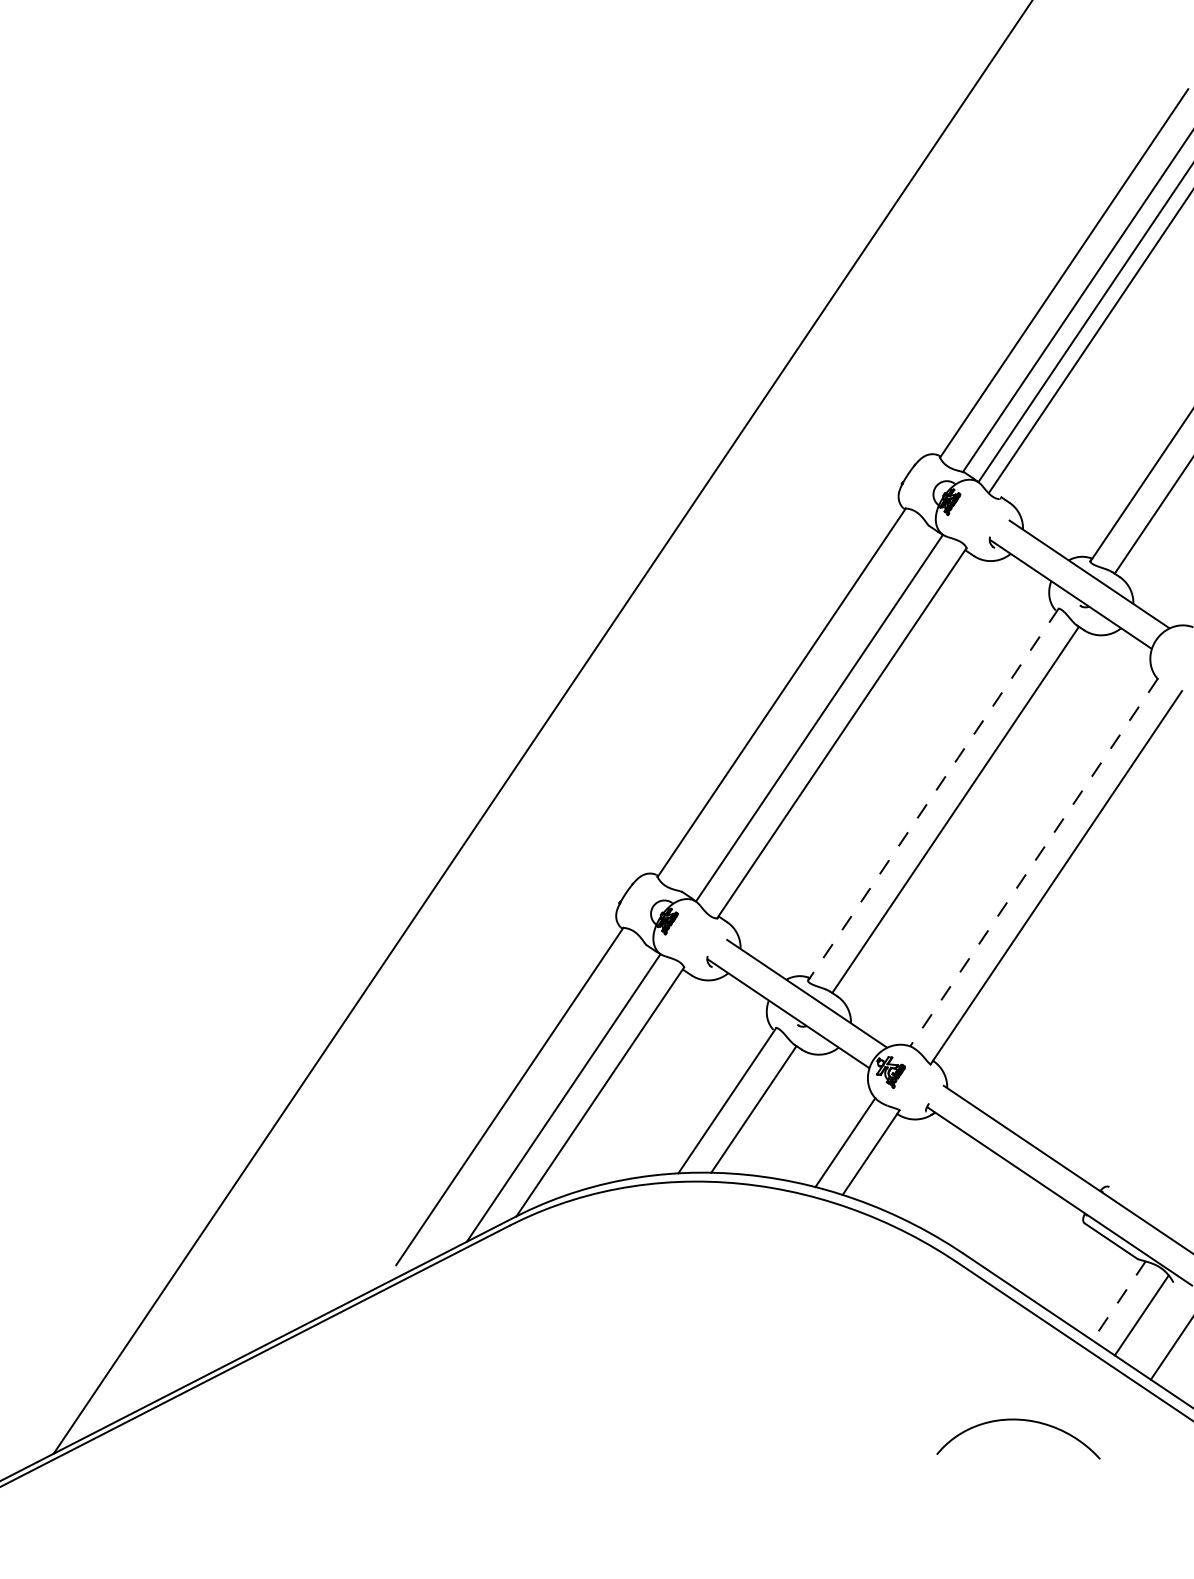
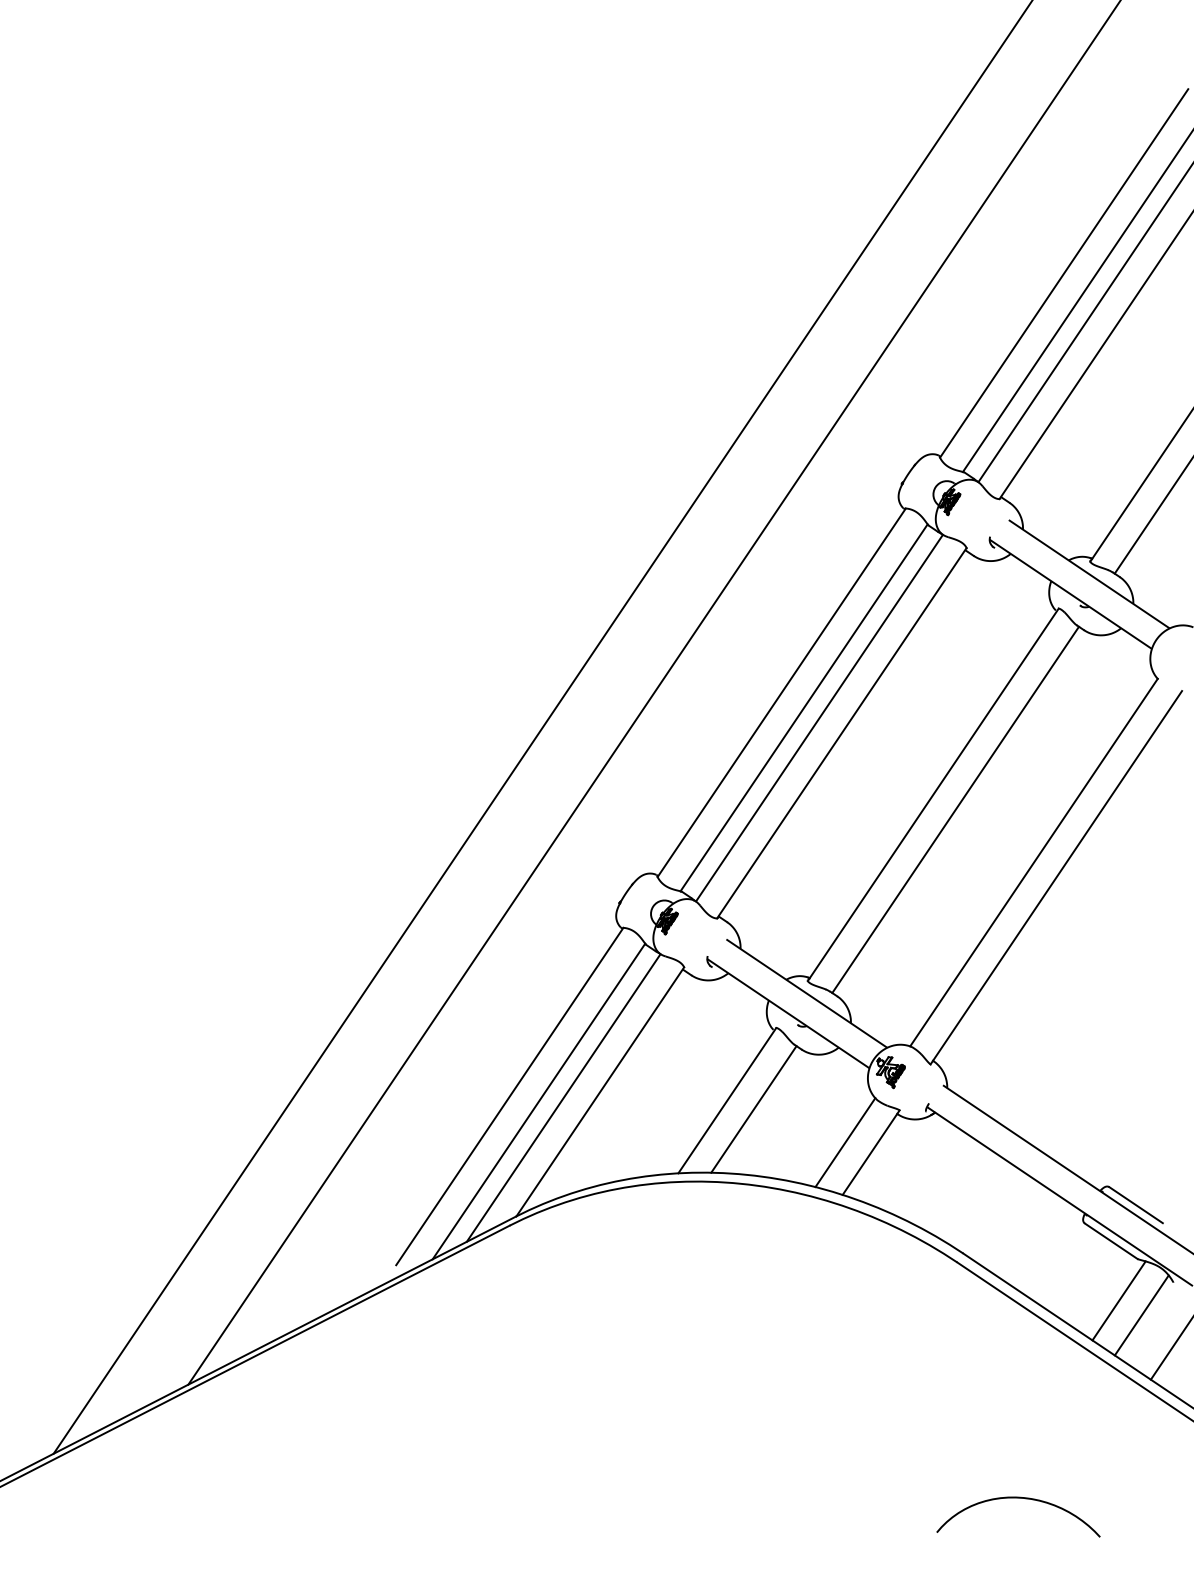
line at (1089, 342) position: (1089, 342) -> (1094, 357)
line at (653, 693): none -> present
line at (803, 707): none -> present
line at (933, 795): dashed -> solid
line at (1033, 862): dashed -> solid
line at (538, 1101): none -> present
line at (1135, 1205): none -> present
line at (1119, 1300): dashed -> solid
curve at (1018, 1420) position: (1018, 1420) -> (1018, 1498)
